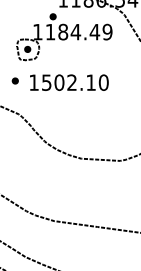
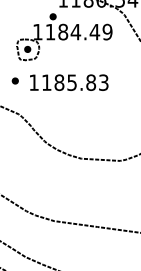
text at (75, 82): 1502.10 -> 1185.83
